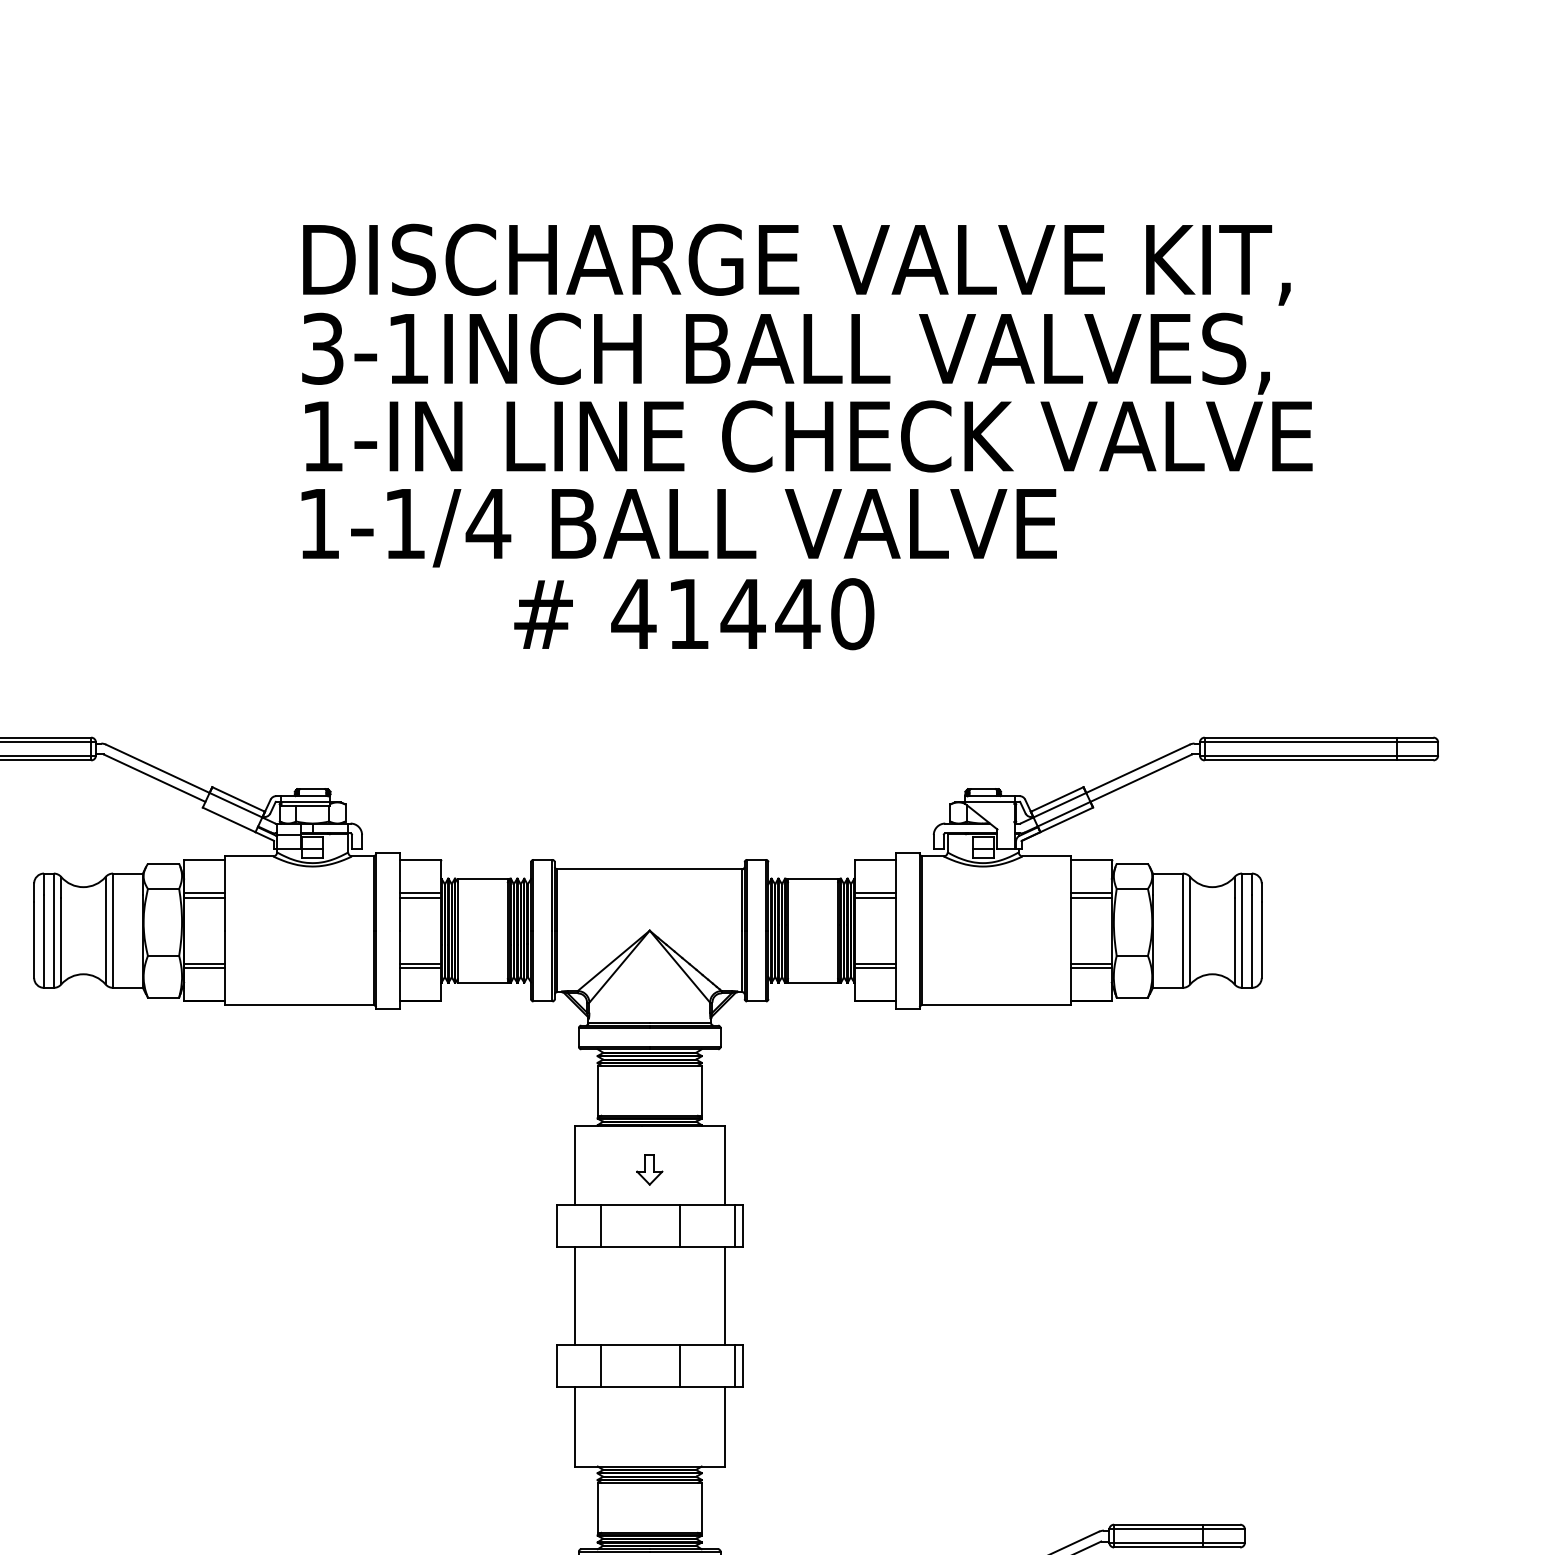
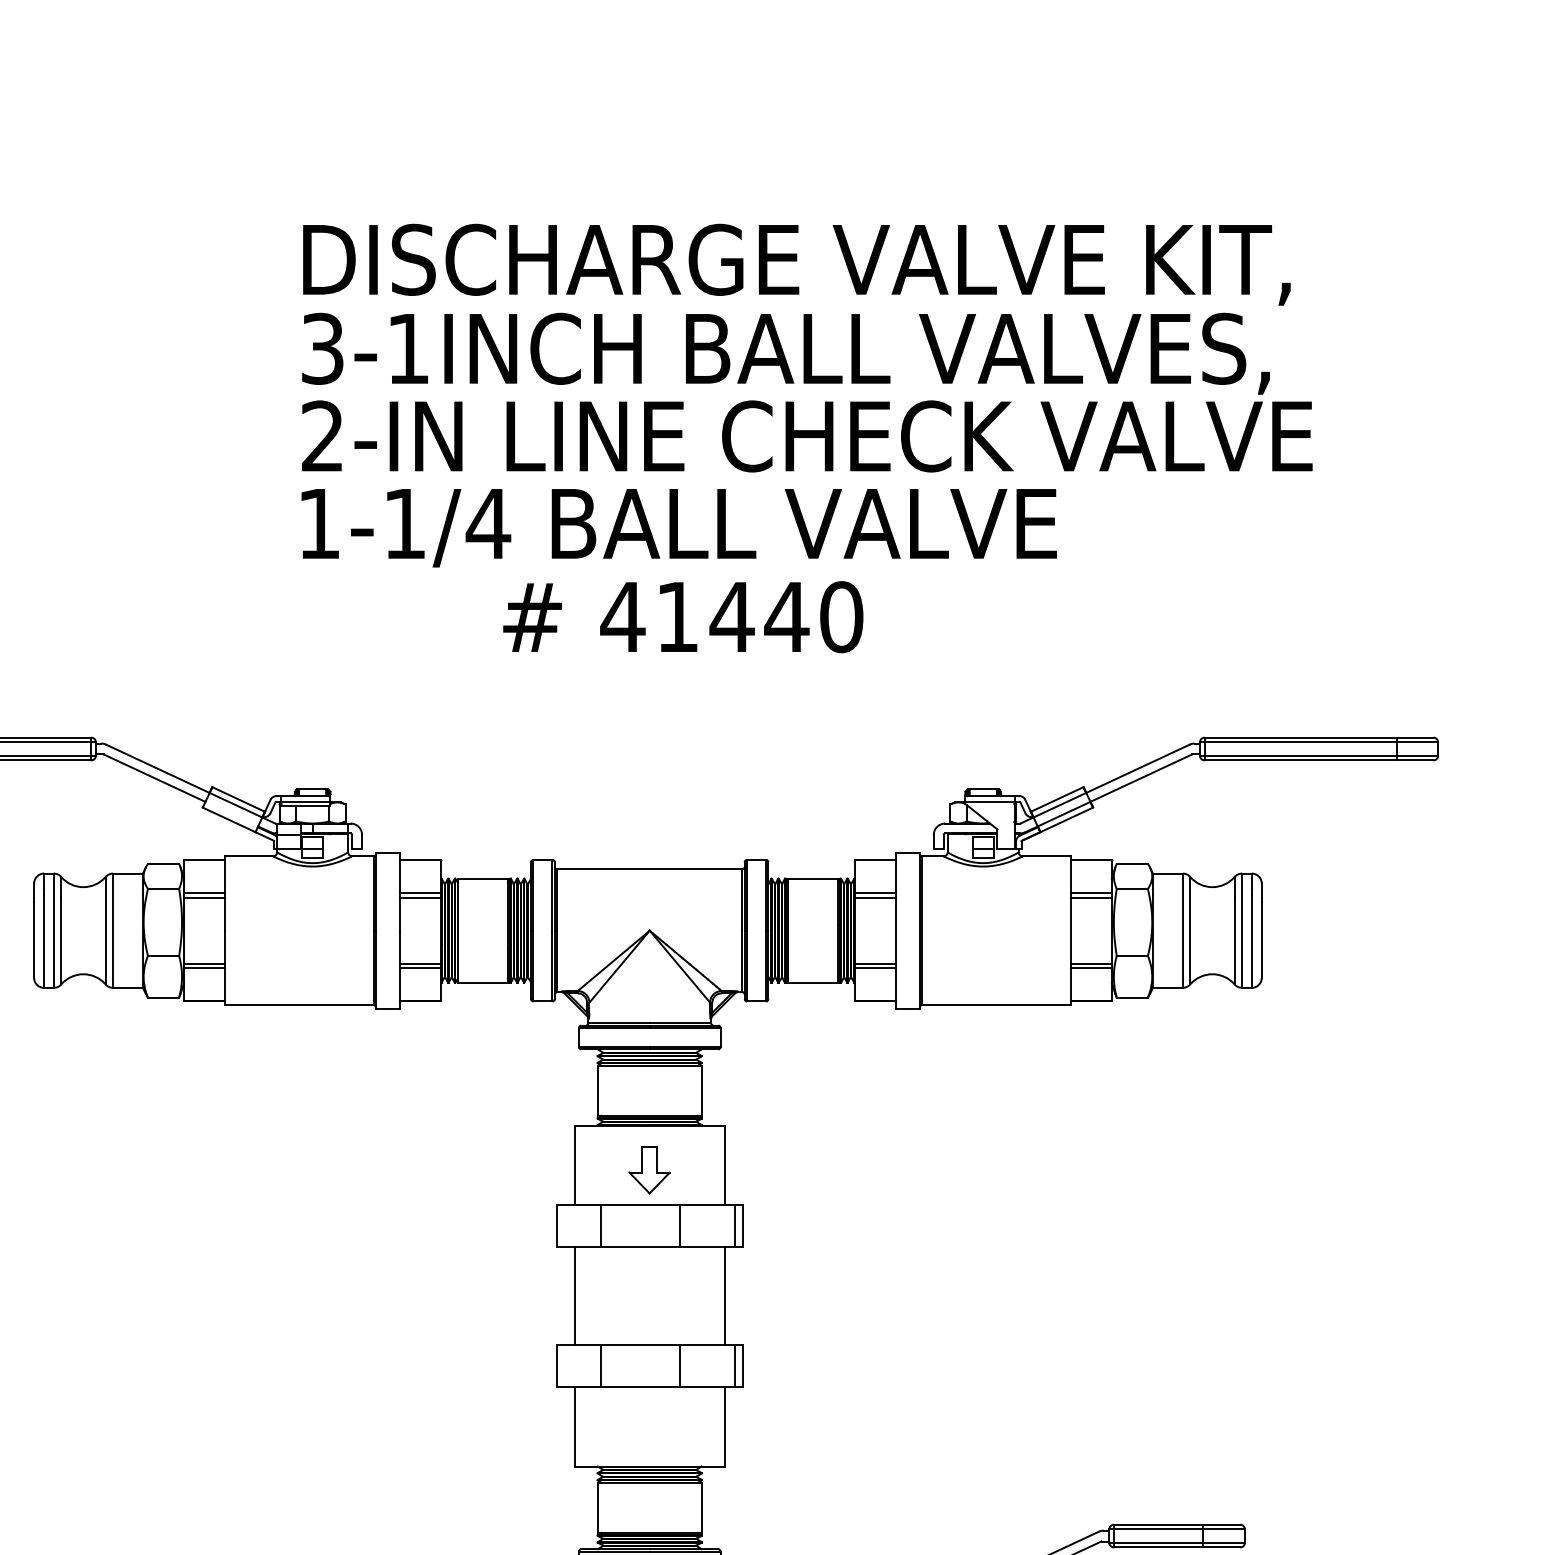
text at (322, 435): 1-IN -> 2-IN
text at (694, 614) position: (694, 614) -> (683, 617)
part at (649, 1169) size: 28x32 px -> 43x49 px
